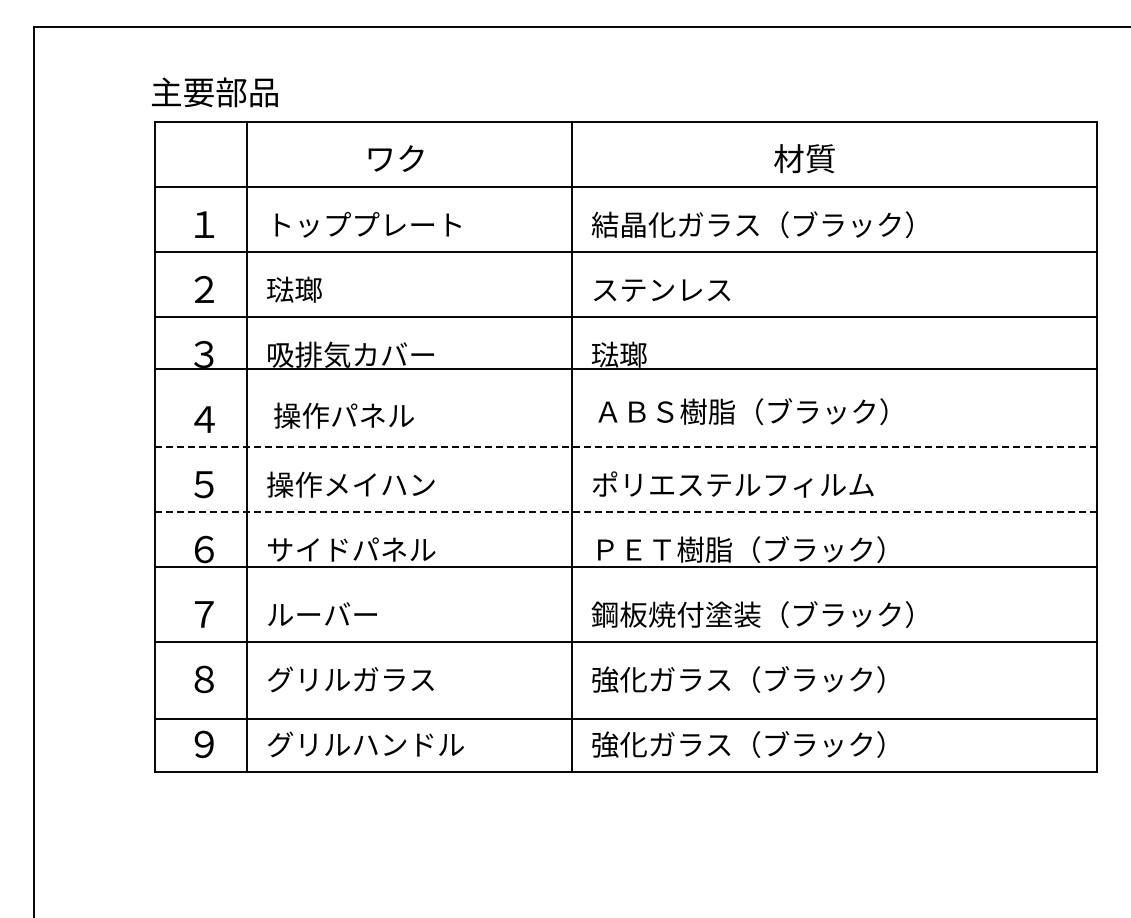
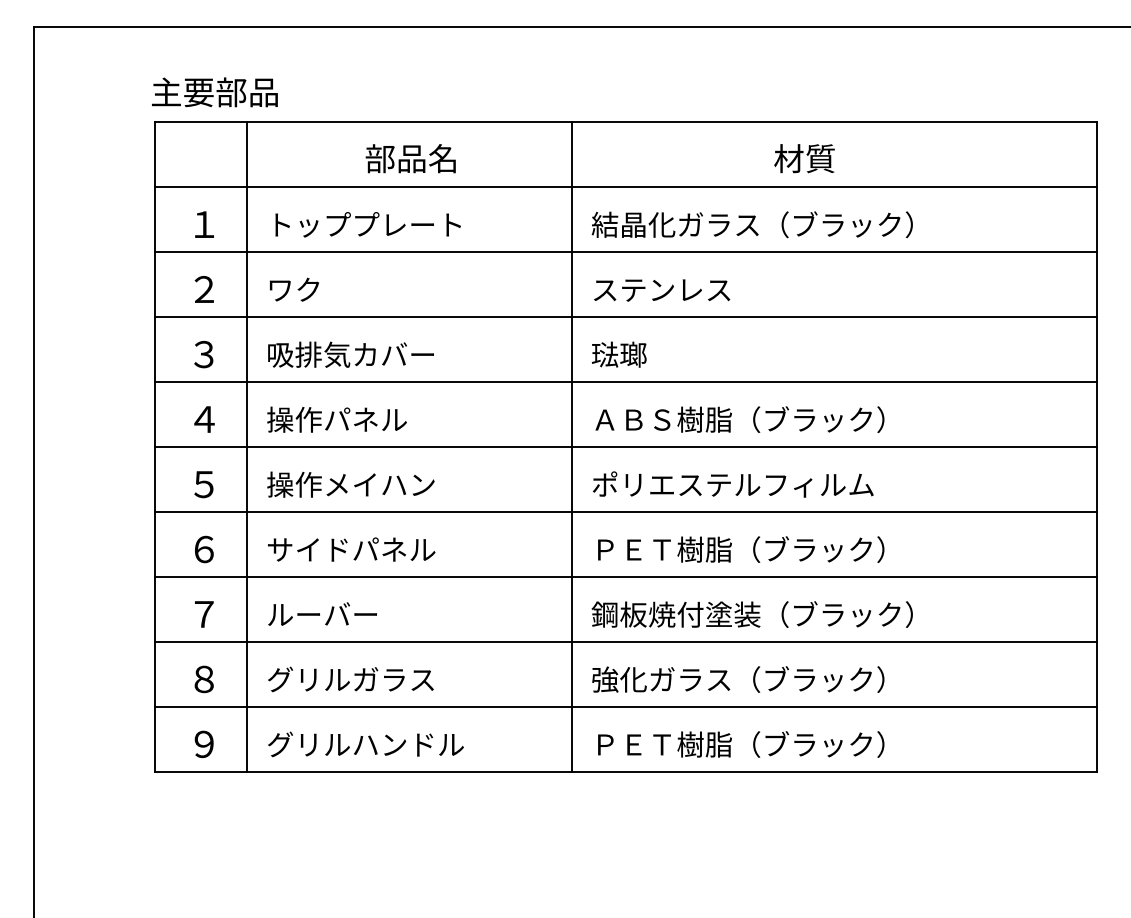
text at (410, 158): ワク -> 部品名
text at (294, 289): 琺瑯 -> ワク
line at (625, 368) position: (625, 368) -> (625, 381)
text at (742, 411) position: (742, 411) -> (739, 419)
text at (343, 415) position: (343, 415) -> (336, 419)
line at (625, 446): dashed -> solid
line at (626, 511): dashed -> solid
line at (625, 566) position: (625, 566) -> (625, 576)
line at (625, 718) position: (625, 718) -> (625, 706)
text at (661, 744): 強化ガラス（ブラック） -> ＰＥＴ樹脂（ブラック）
